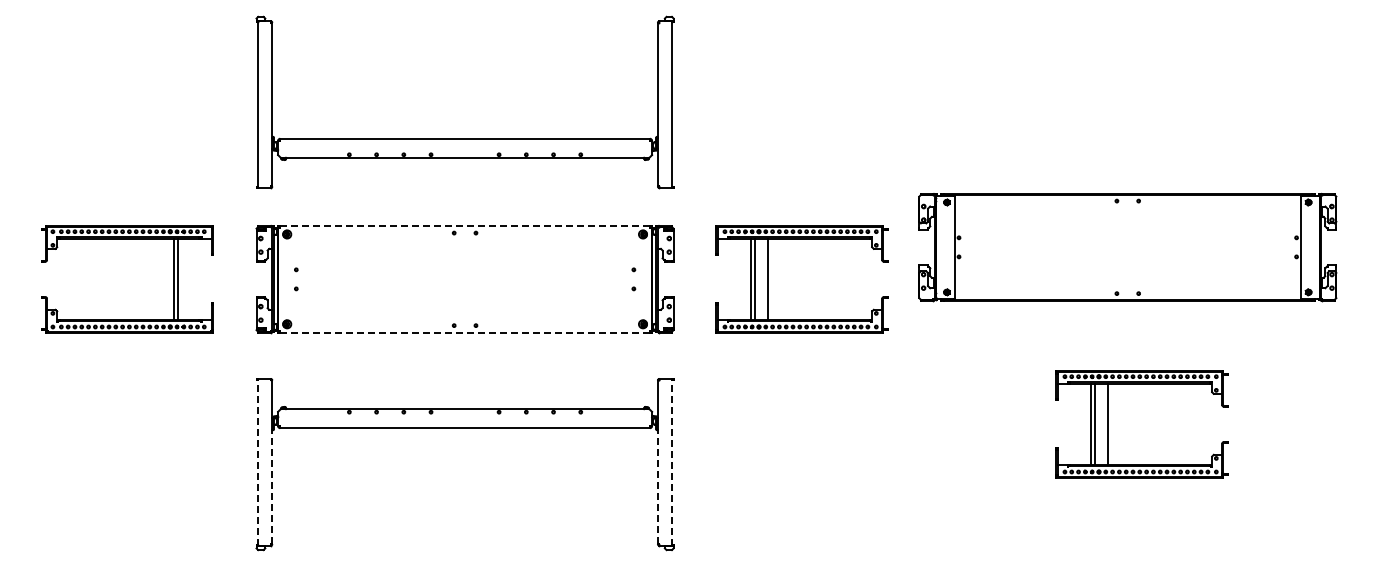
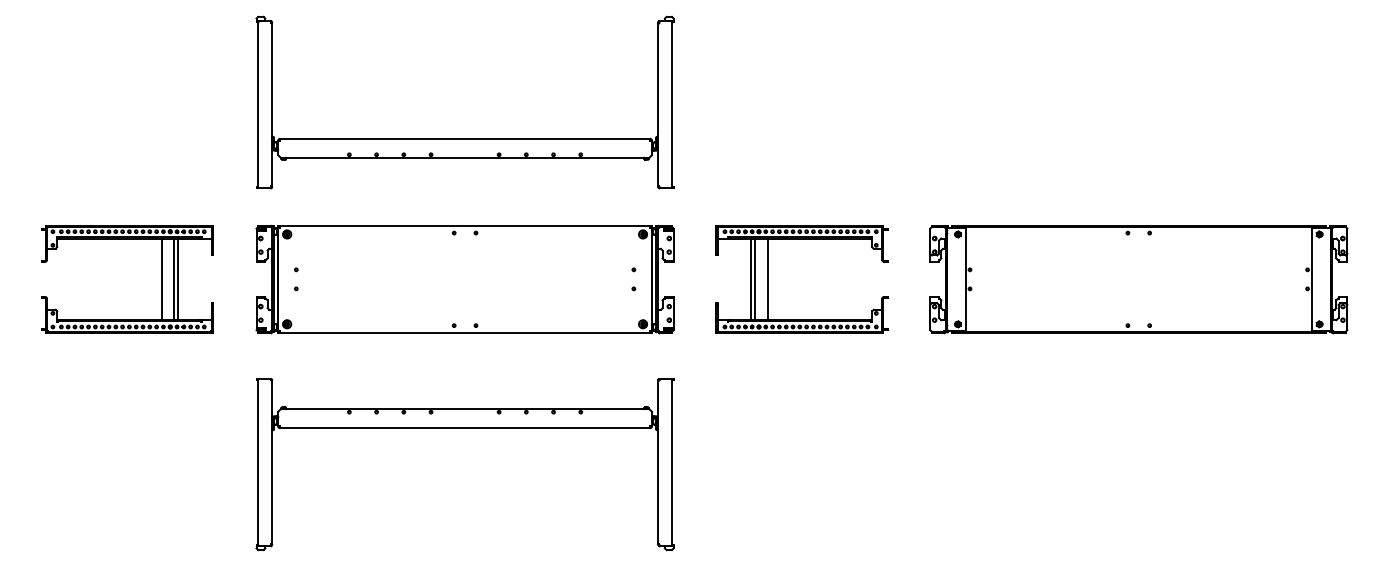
line at (465, 226): dashed -> solid
part at (1127, 247) position: (1127, 247) -> (1138, 279)
line at (161, 279): none -> present
line at (465, 332): dashed -> solid
part at (1108, 424): present -> none
line at (258, 461): dashed -> solid
line at (671, 461): dashed -> solid
line at (272, 486): dashed -> solid
line at (657, 486): dashed -> solid
